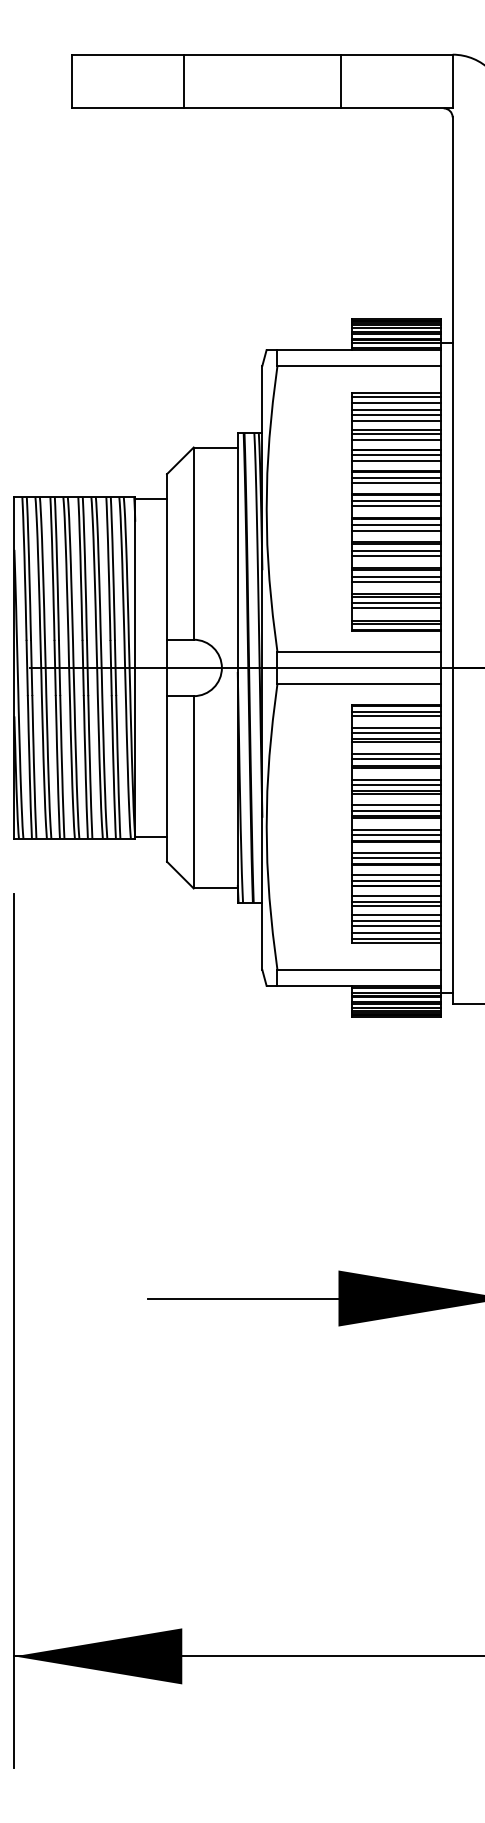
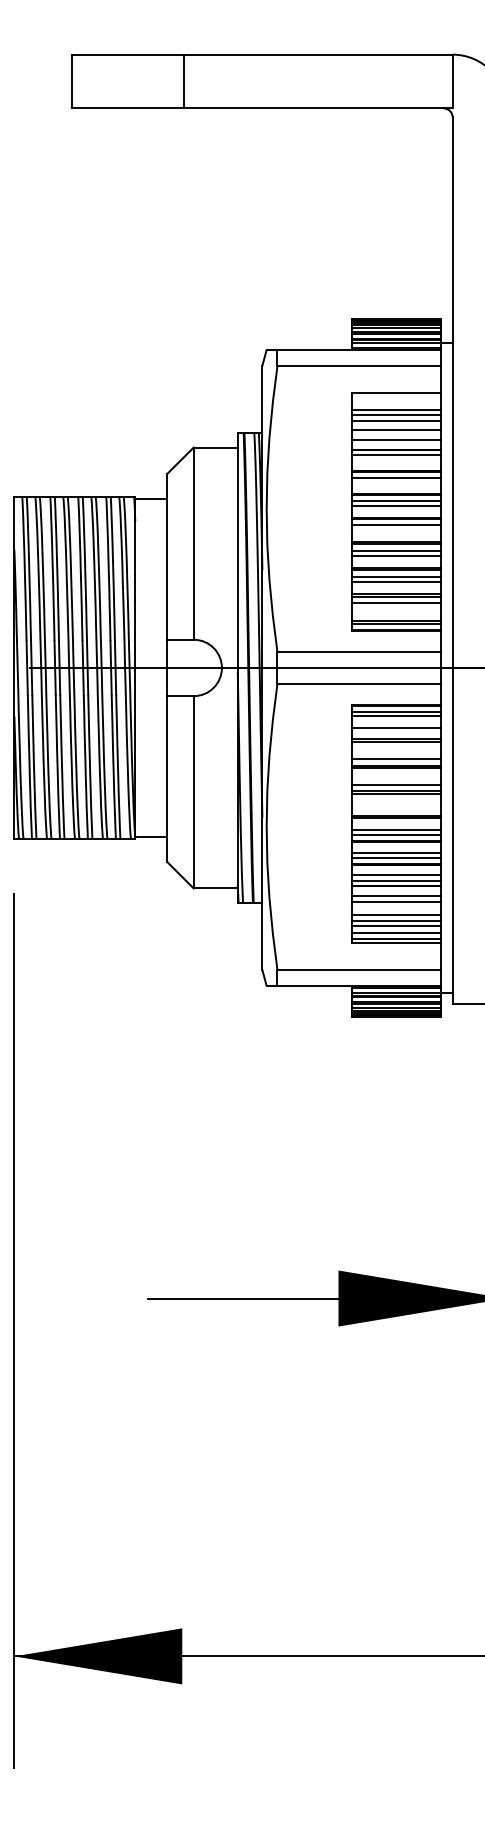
line at (340, 81): present -> none
line at (396, 396): present -> none
line at (396, 402): present -> none
line at (396, 434): present -> none
line at (396, 460): present -> none
line at (396, 483): present -> none
line at (396, 530): present -> none
line at (396, 607): present -> none
line at (396, 732): present -> none
line at (396, 754): present -> none
line at (396, 780): present -> none
line at (396, 805): present -> none
line at (396, 810): present -> none
line at (396, 906): present -> none
